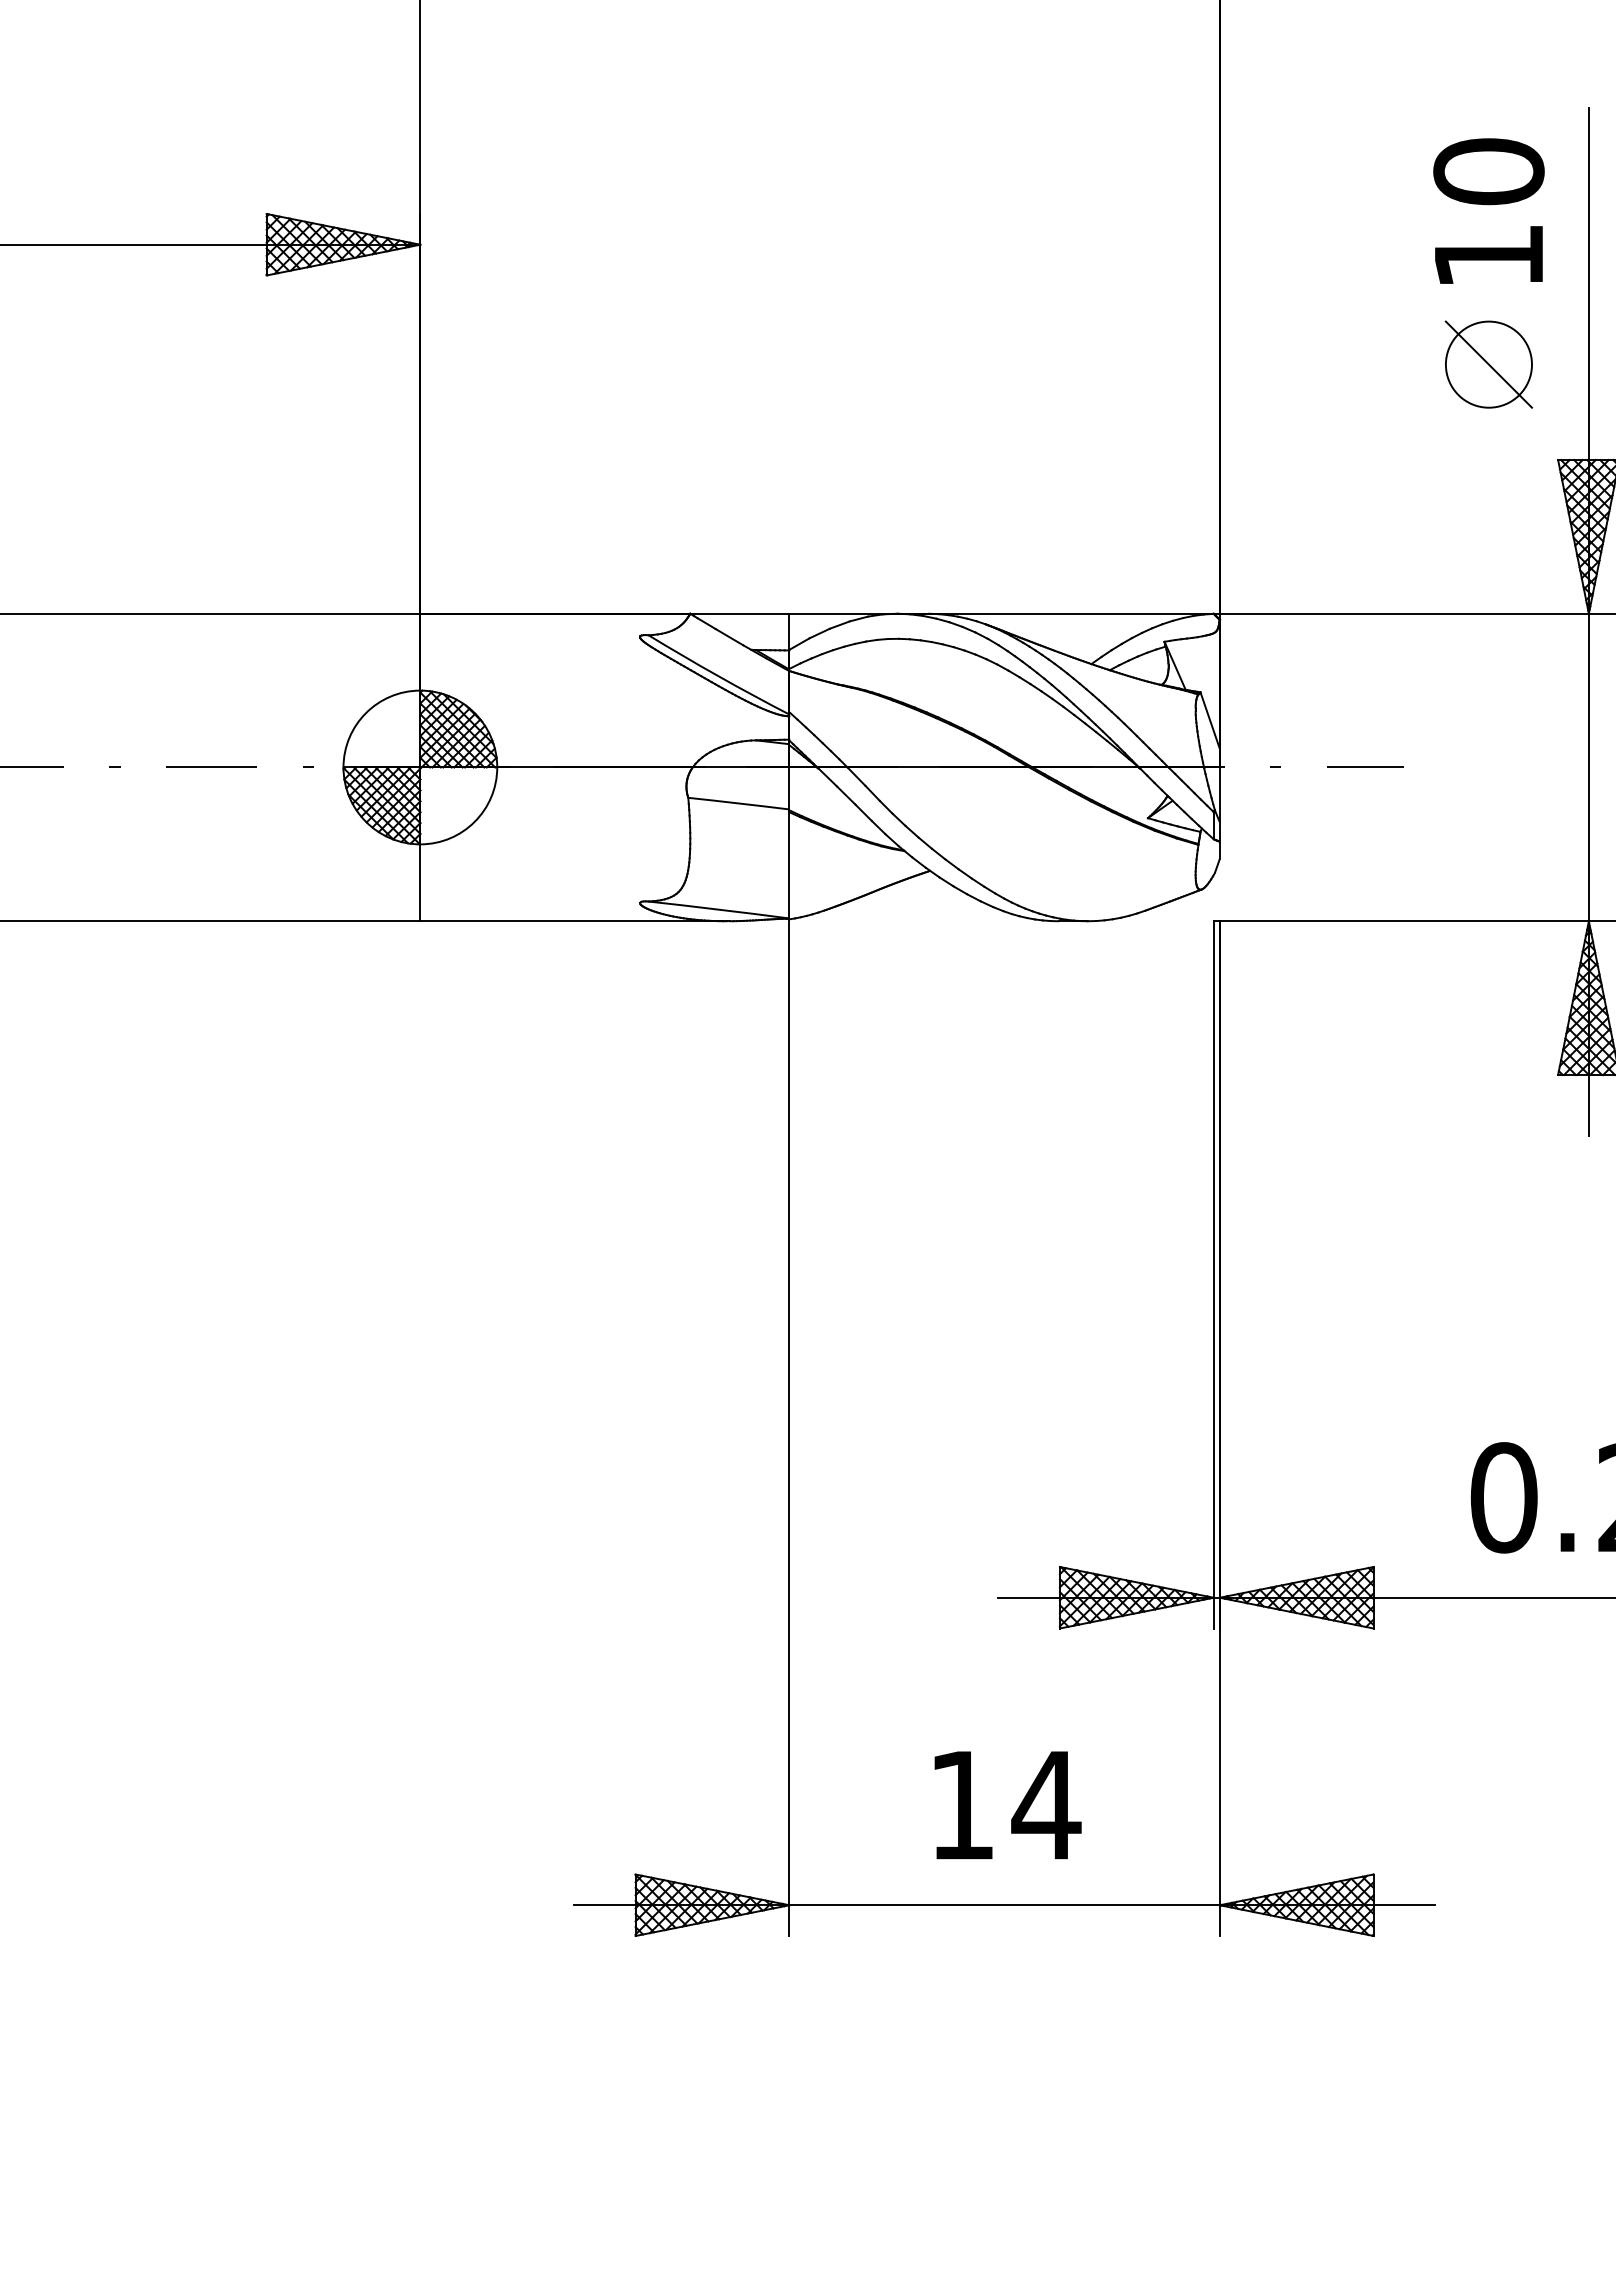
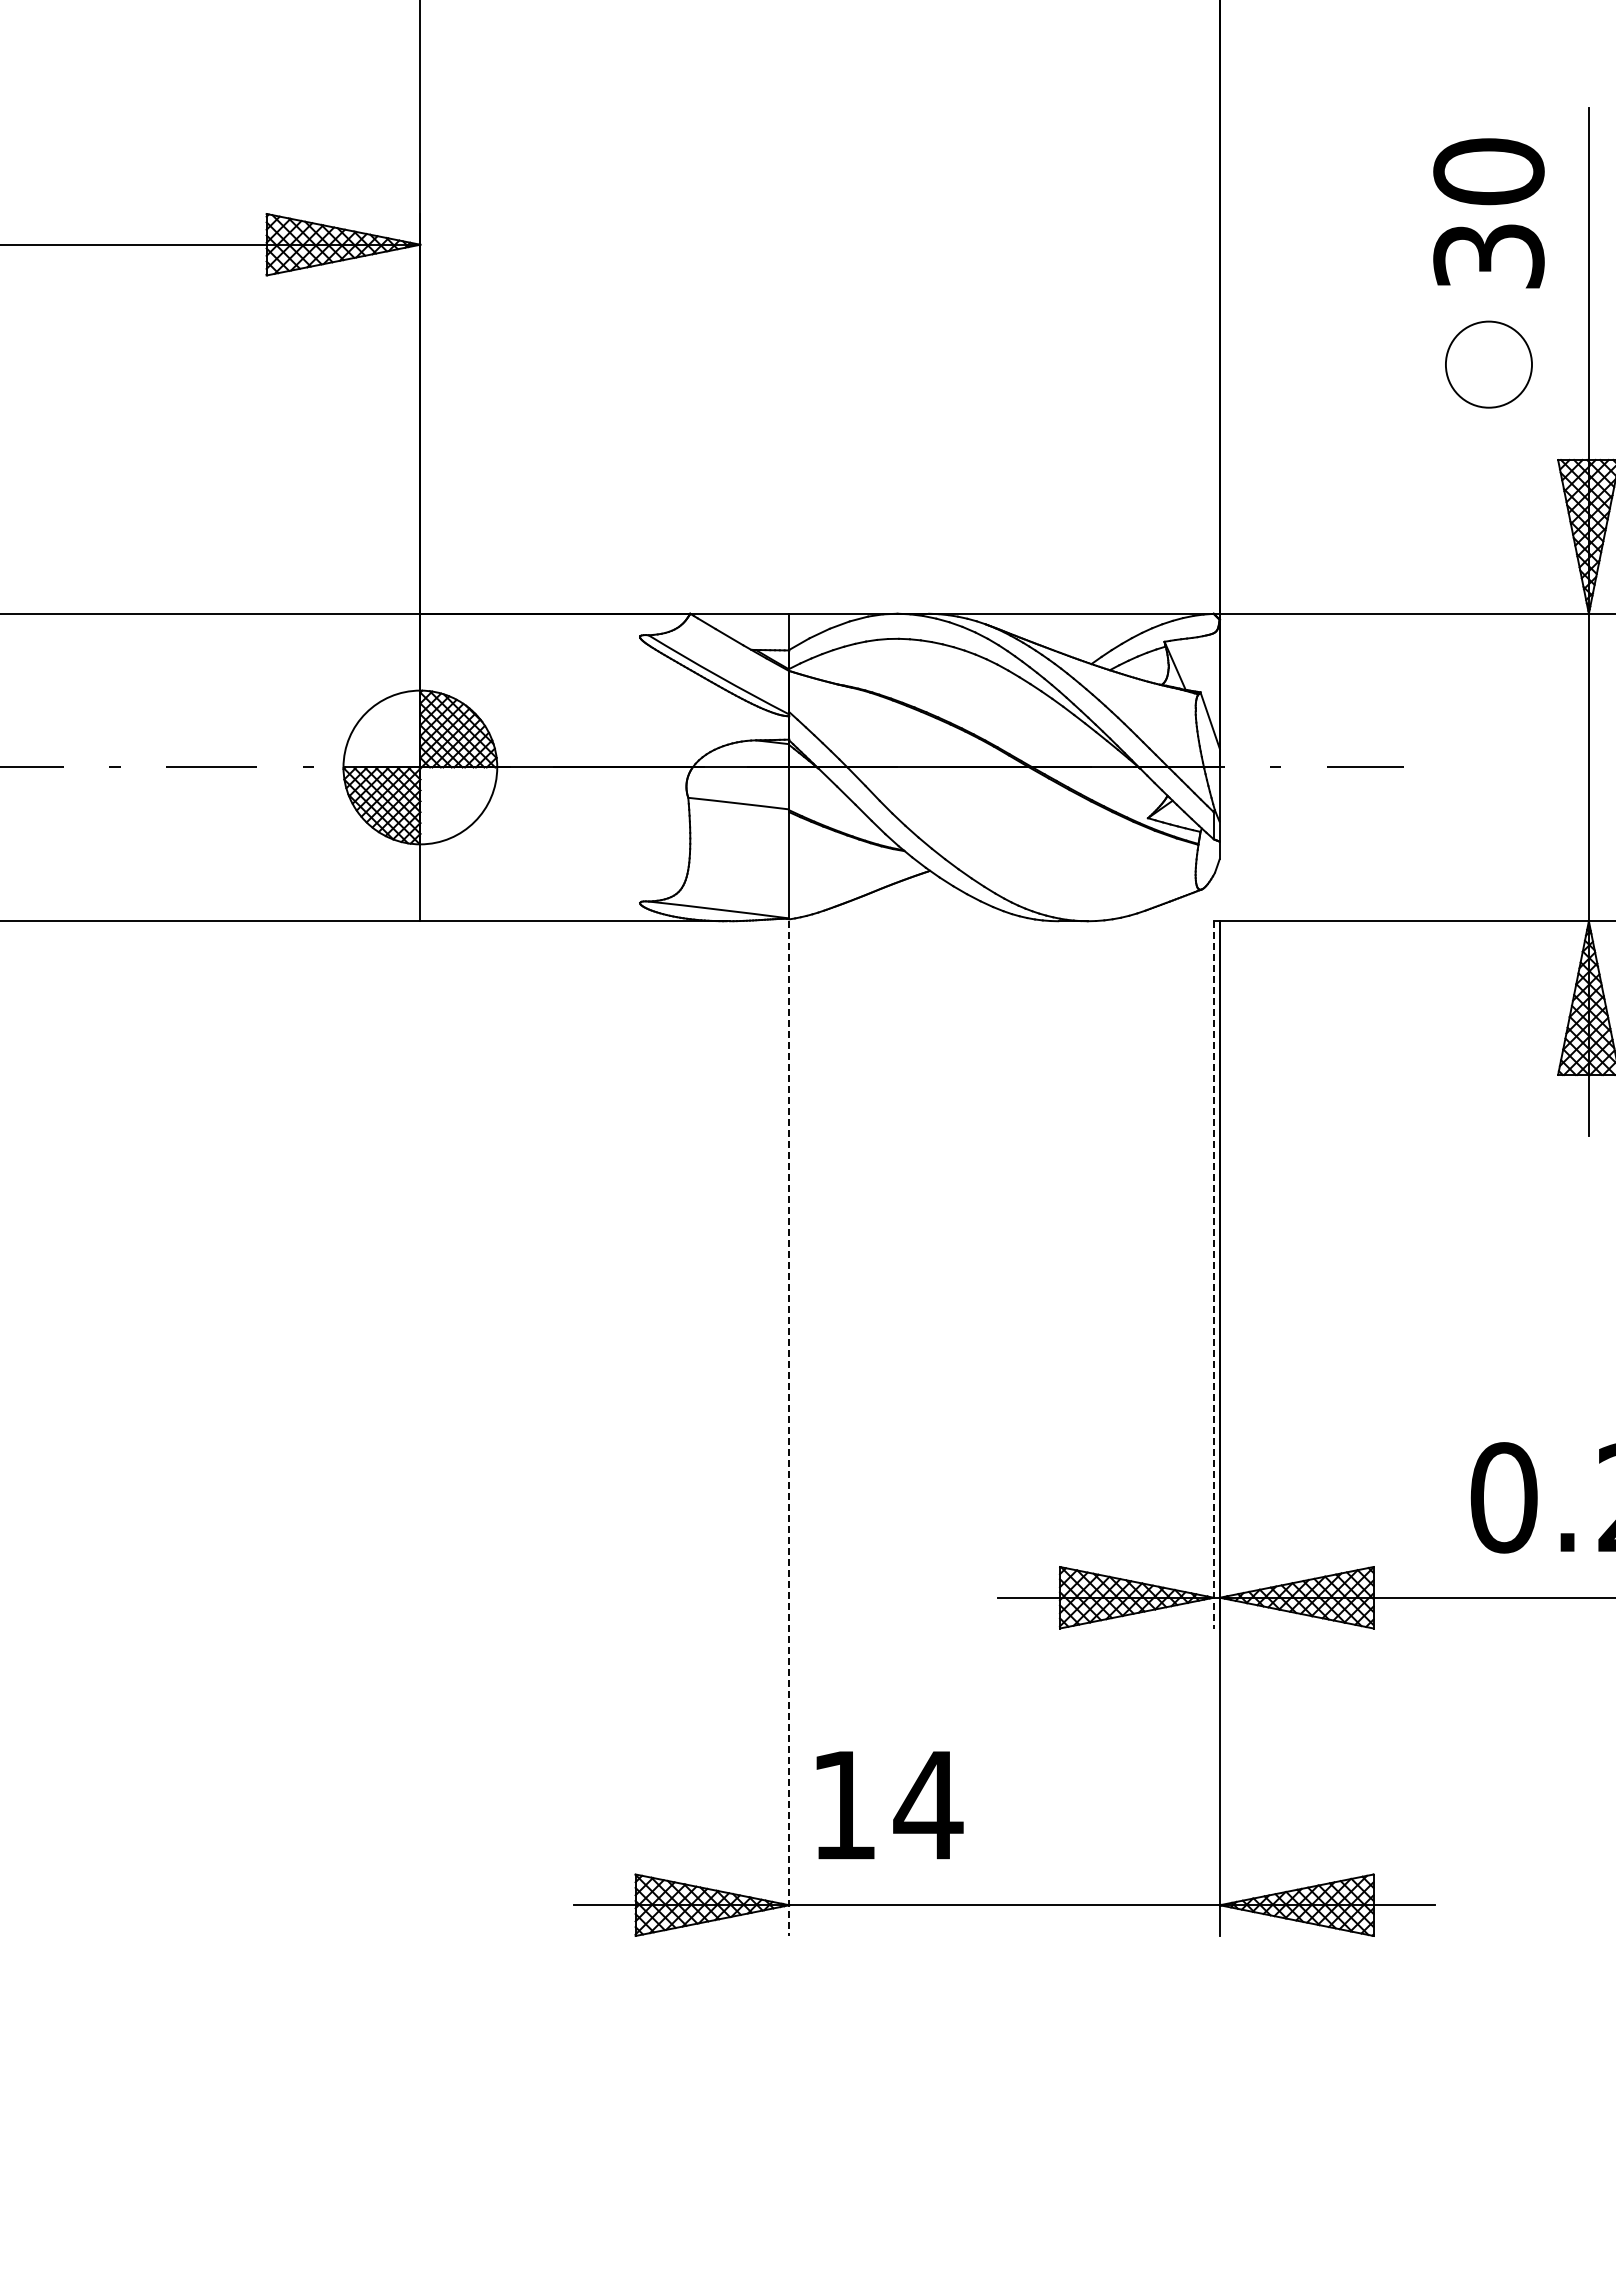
text at (1488, 256): 10 -> 30
line at (1488, 364): present -> none
line at (1213, 1274): solid -> dashed
line at (789, 1429): solid -> dashed
text at (1007, 1805) position: (1007, 1805) -> (889, 1805)
